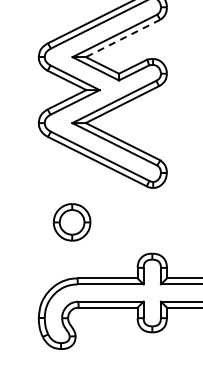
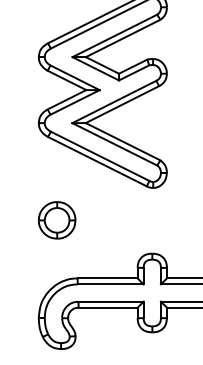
line at (123, 38): dashed -> solid
part at (71, 222) position: (71, 222) -> (56, 220)
